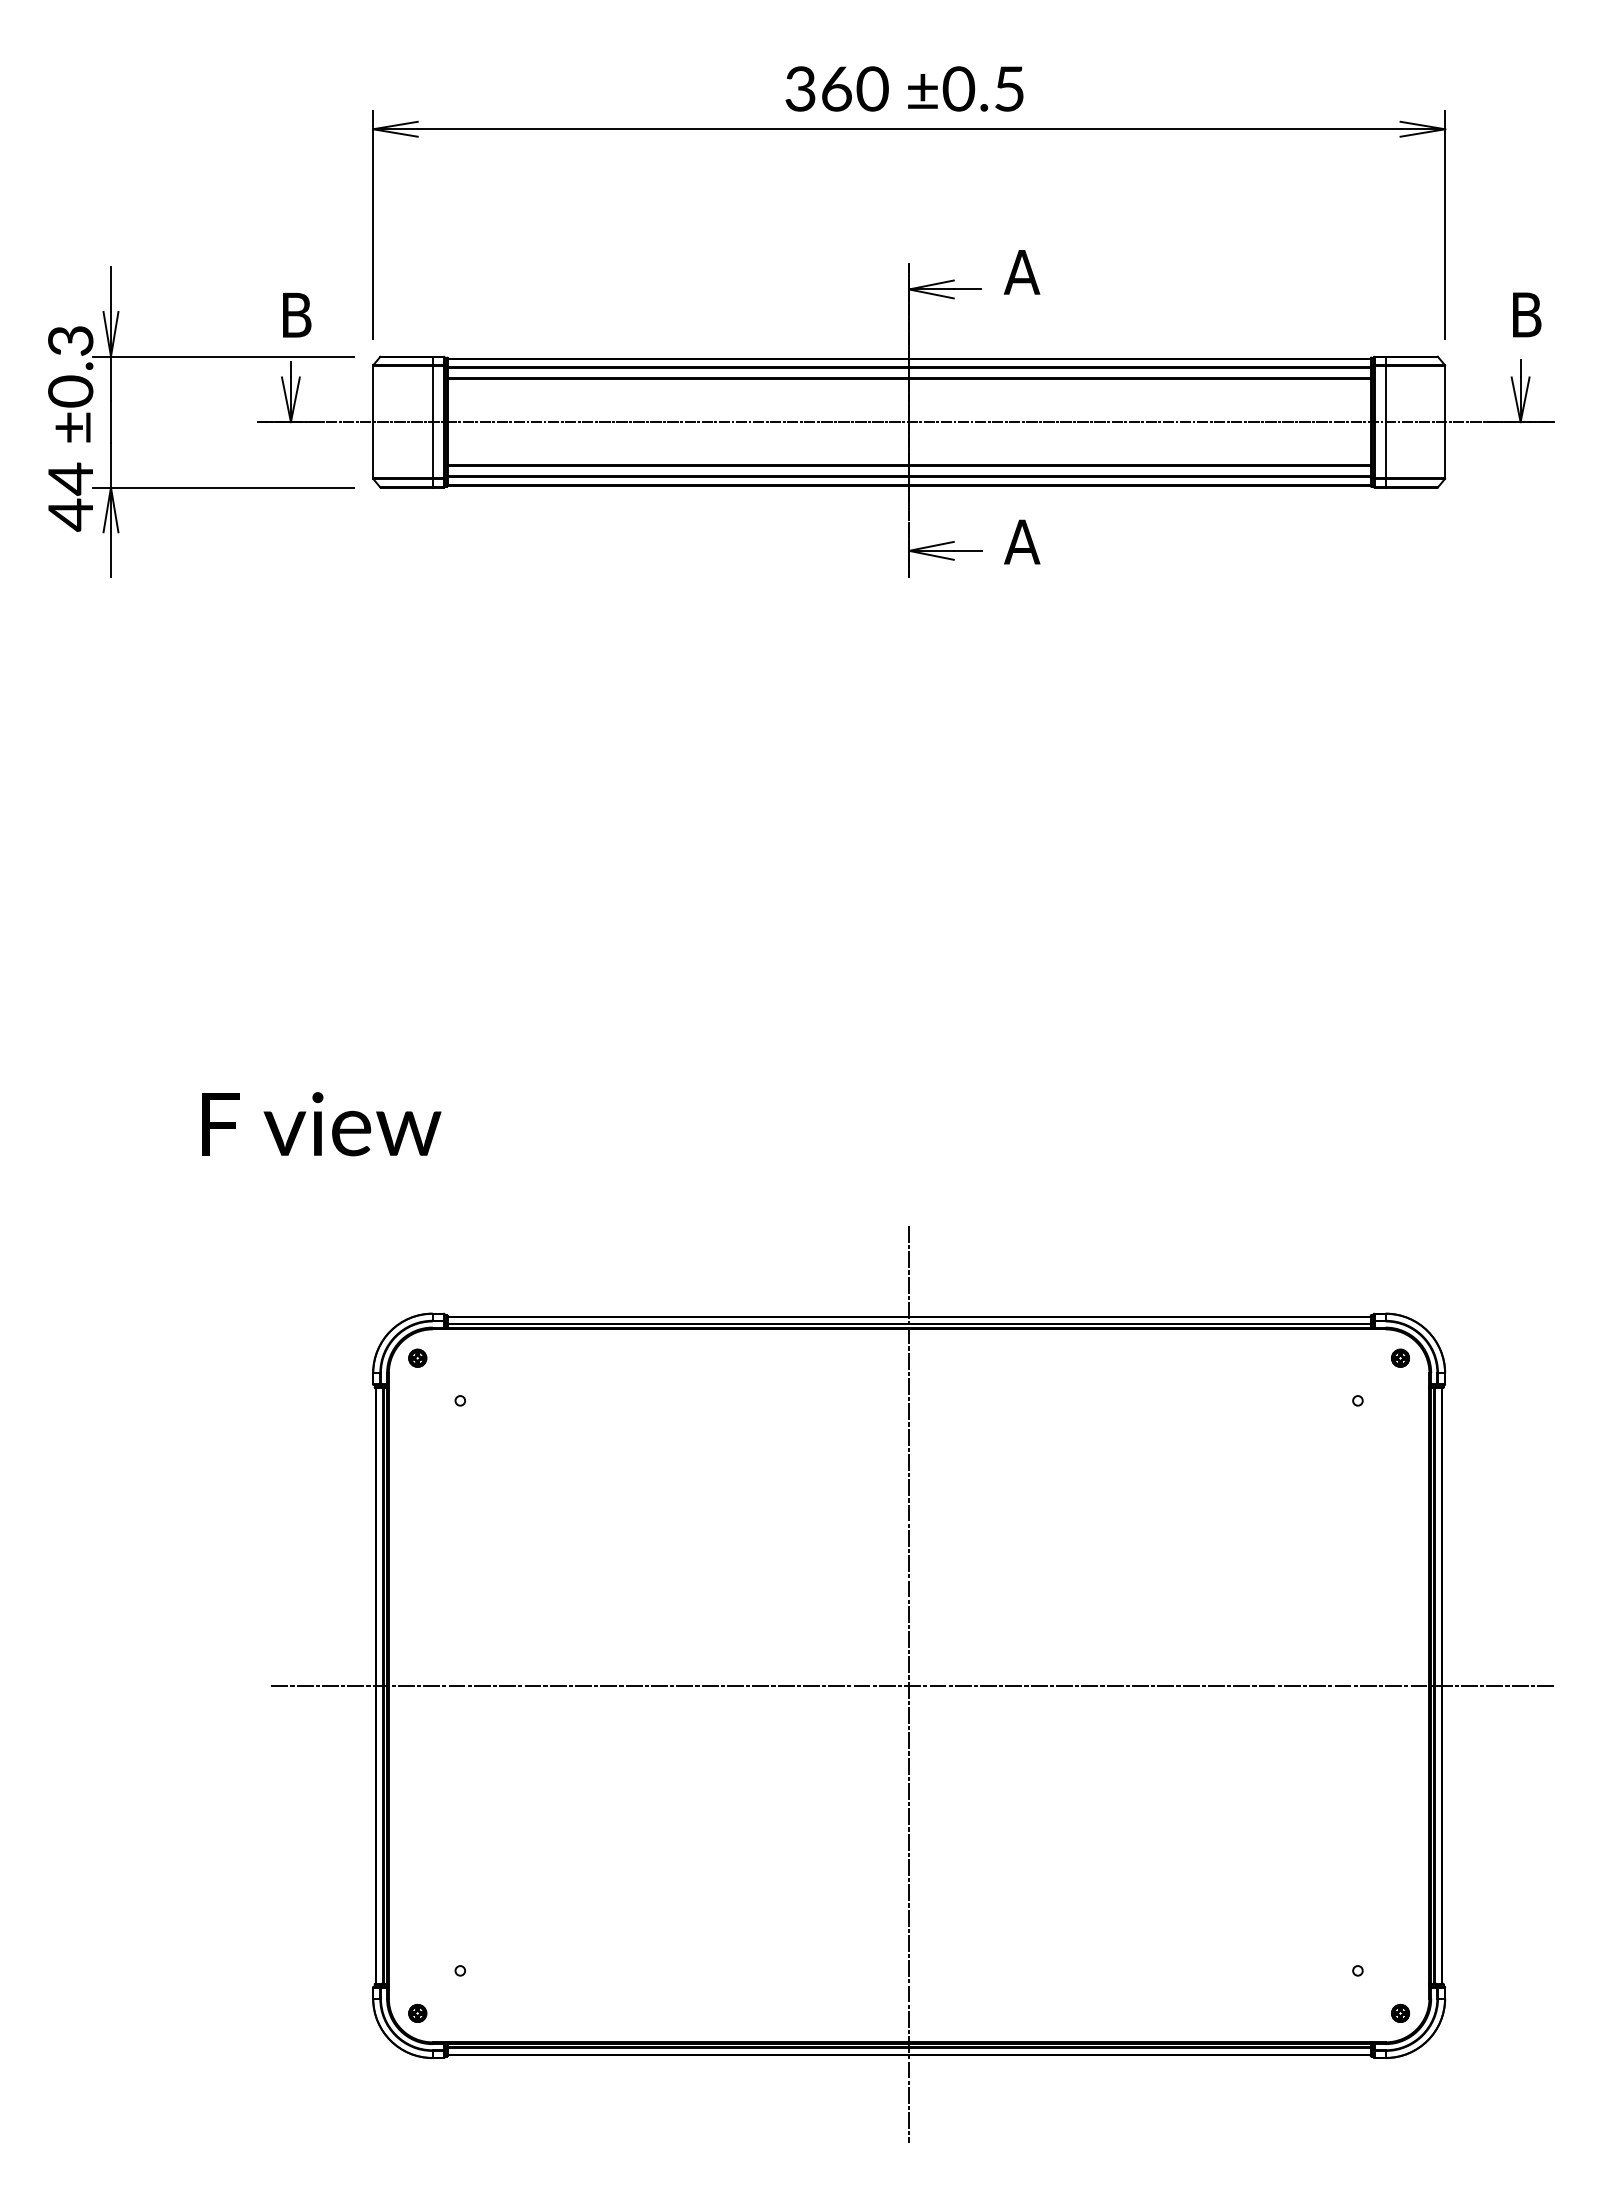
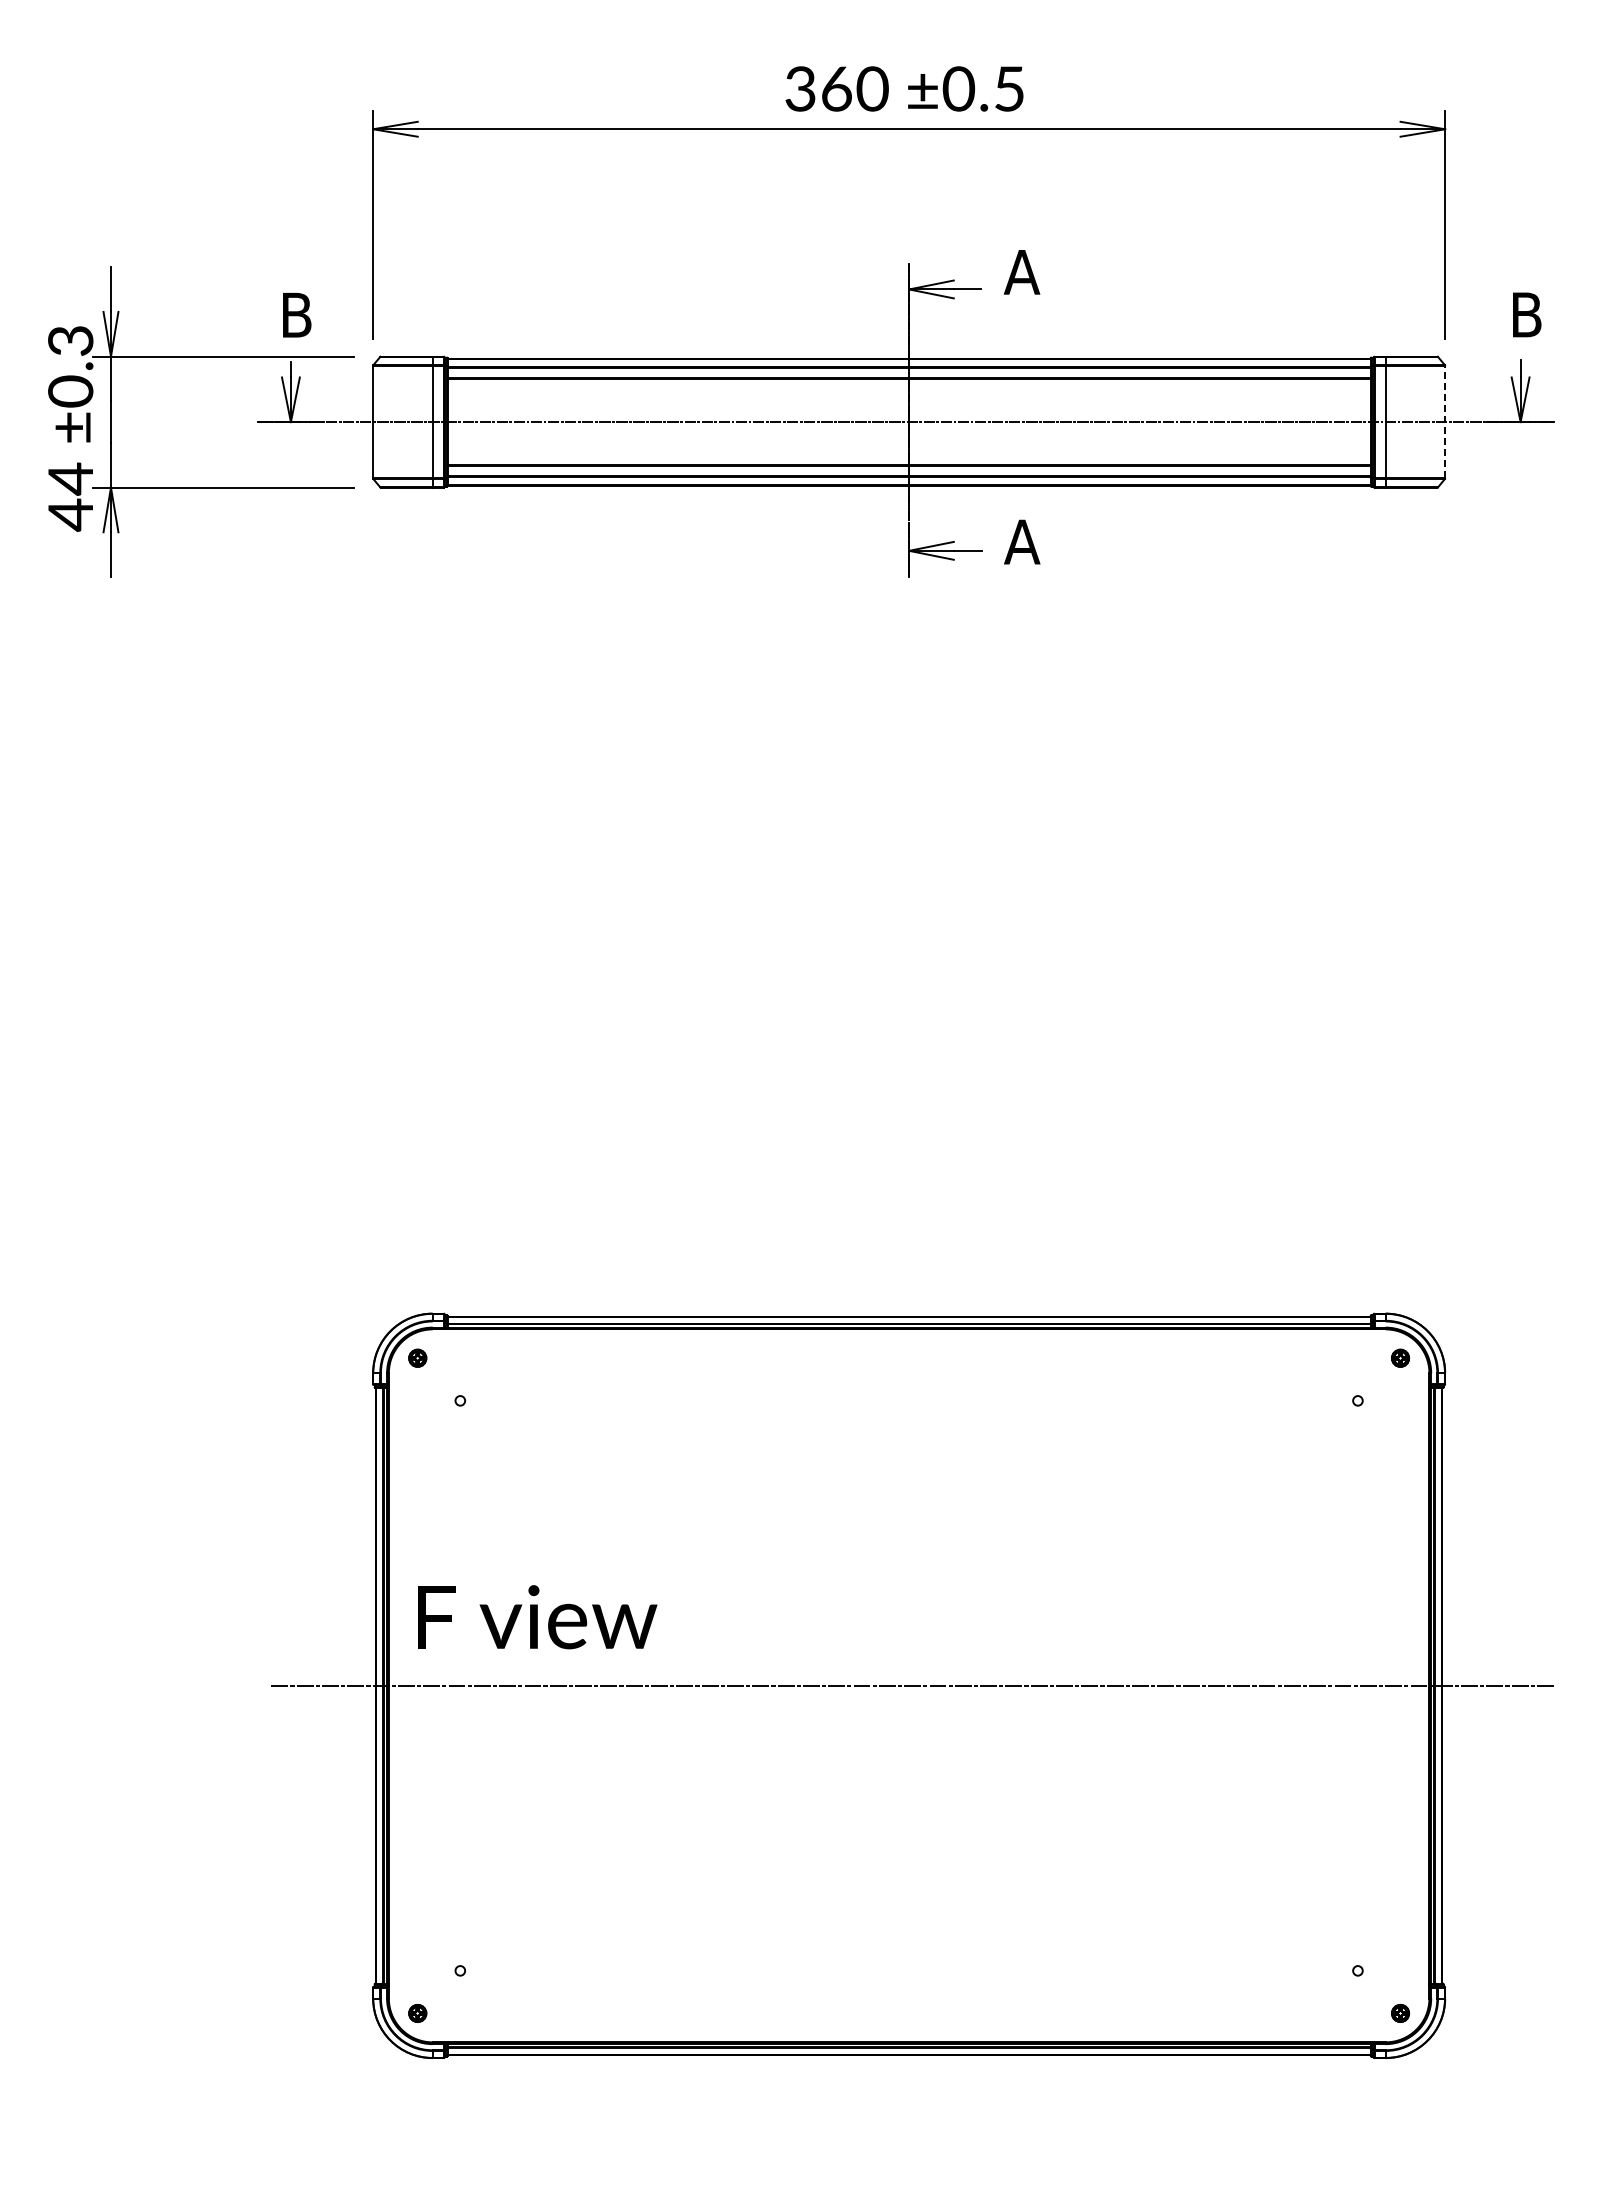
line at (1445, 421): solid -> dashed
text at (321, 1124) position: (321, 1124) -> (537, 1617)
line at (909, 1684): present -> none
